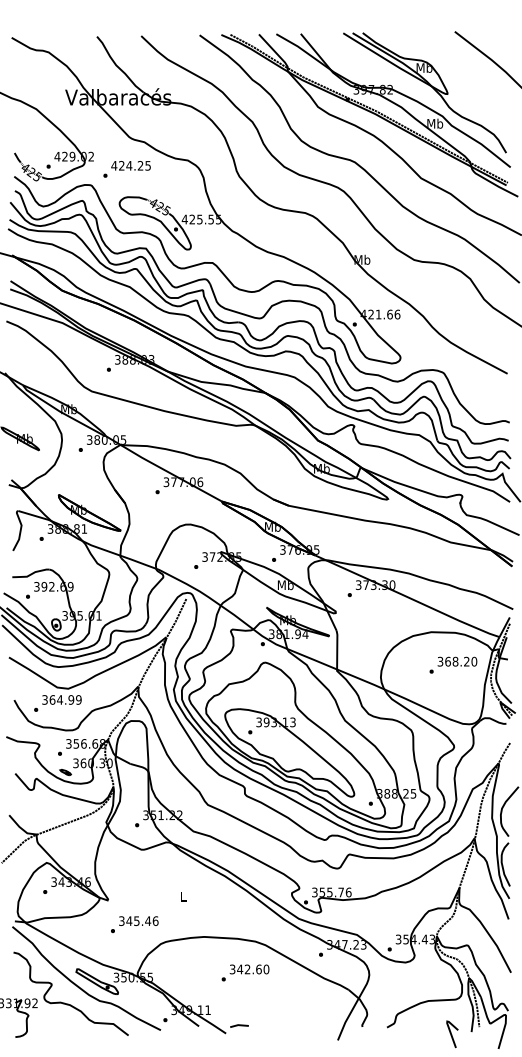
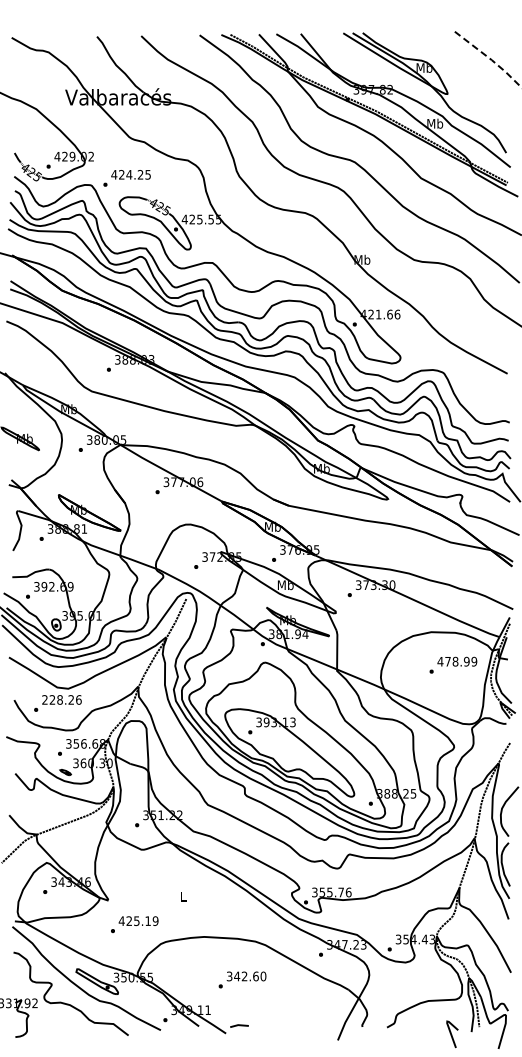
line at (490, 58): solid -> dashed
text at (126, 169) position: (126, 169) -> (126, 178)
text at (457, 661): 368.20 -> 478.99
text at (61, 699): 364.99 -> 228.26
text at (138, 921): 345.46 -> 425.19
text at (245, 972) position: (245, 972) -> (242, 979)
